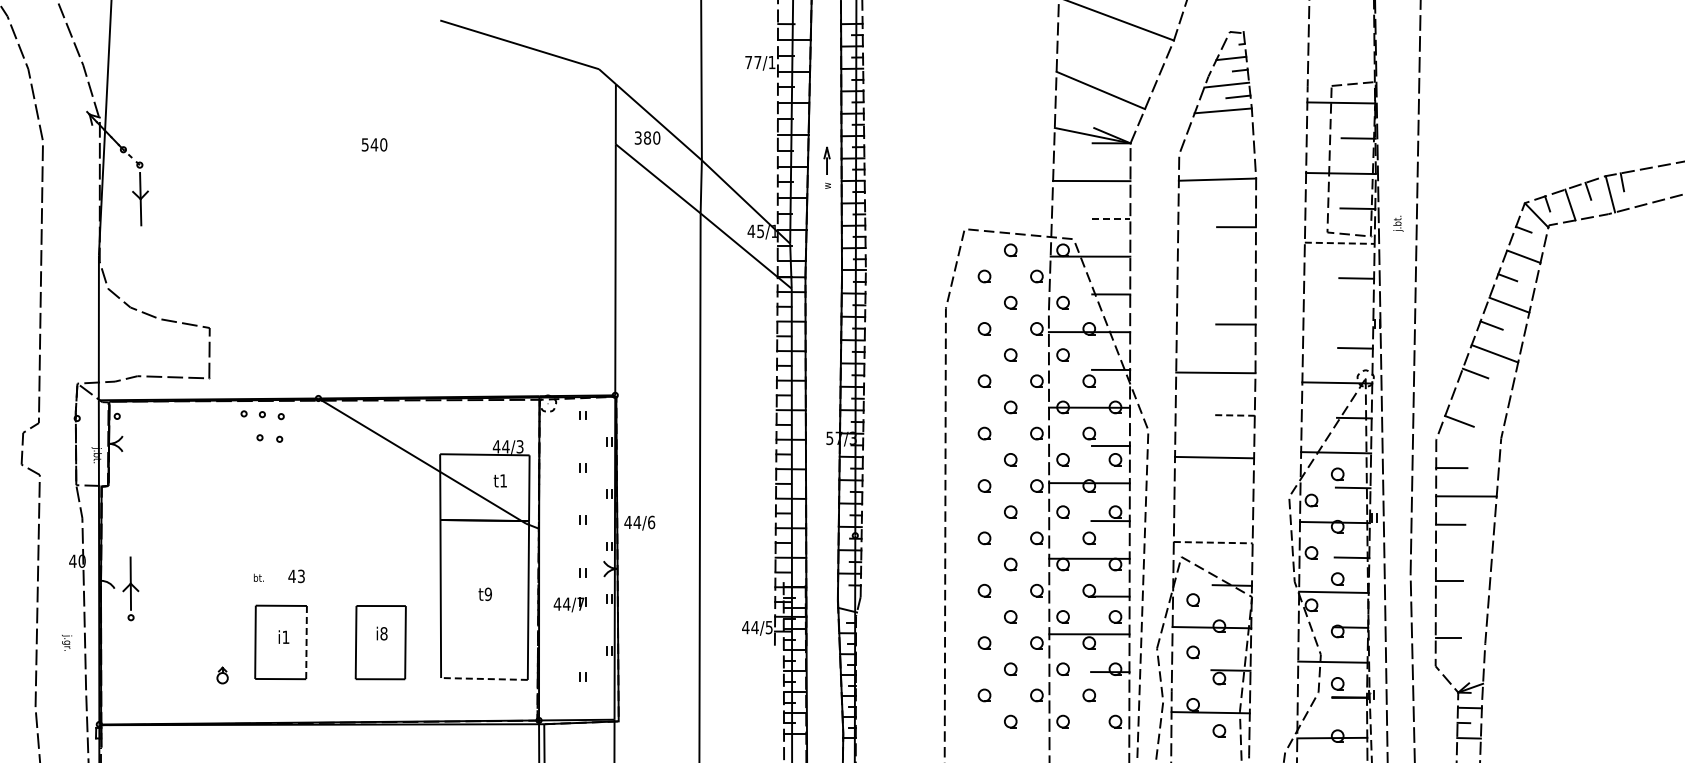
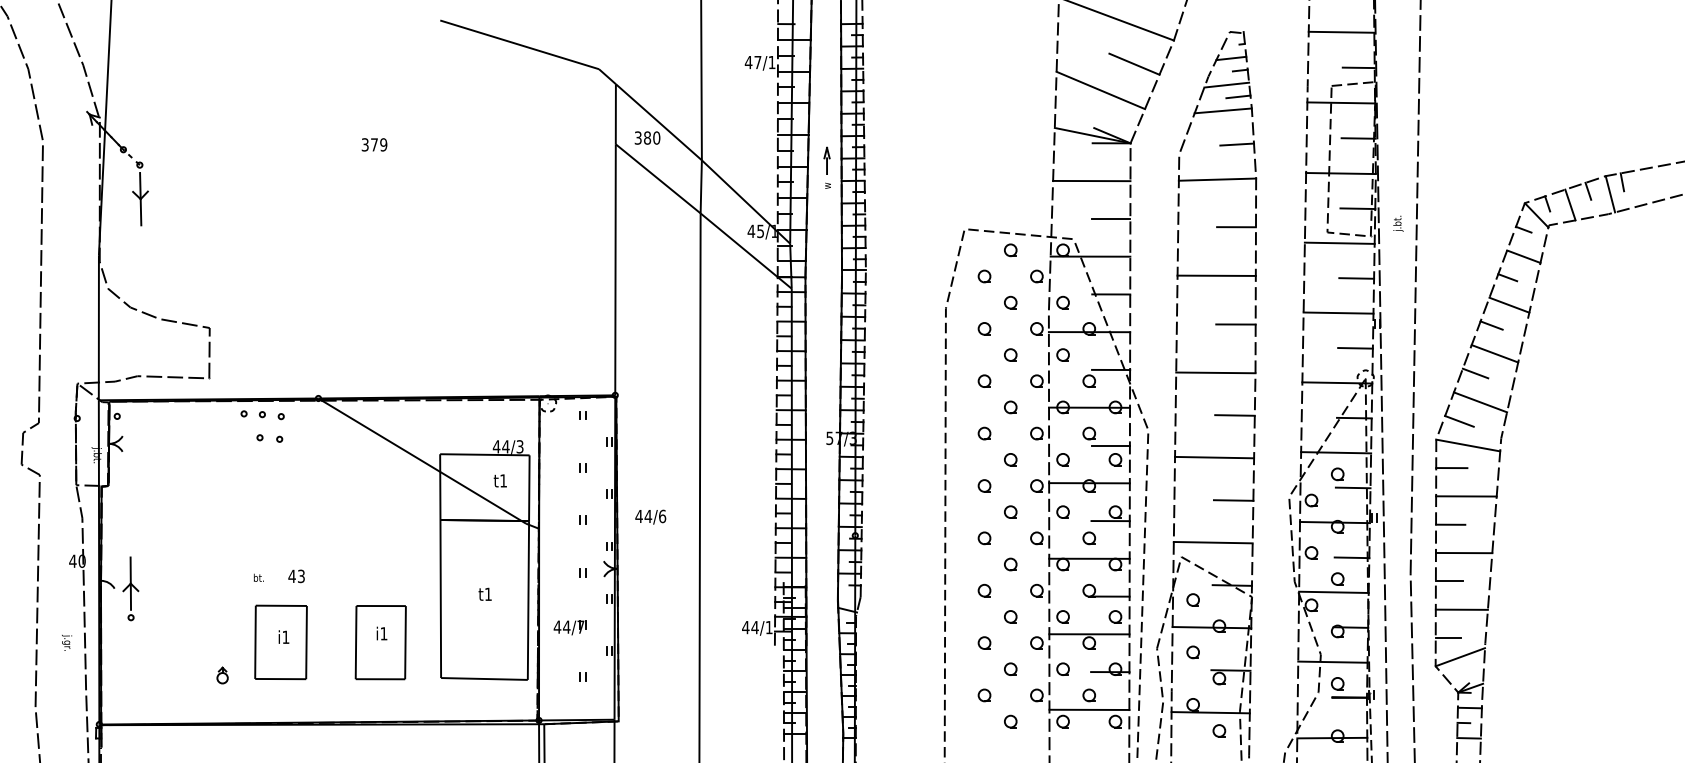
line at (1341, 31): none -> present
text at (748, 62): 77/1 -> 47/1
line at (1134, 63): none -> present
line at (1358, 67): none -> present
text at (374, 144): 540 -> 379
line at (1237, 144): none -> present
line at (1111, 218): dashed -> solid
line at (1339, 243): dashed -> solid
line at (1216, 275): none -> present
line at (1338, 312): none -> present
line at (1480, 402): none -> present
line at (1234, 415): dashed -> solid
line at (1468, 445): none -> present
line at (1233, 500): none -> present
text at (639, 522) position: (639, 522) -> (650, 516)
line at (1213, 542): dashed -> solid
line at (1463, 552): none -> present
text at (487, 594): t9 -> t1
part at (569, 604) position: (569, 604) -> (569, 627)
line at (1461, 609): none -> present
text at (768, 627): 44/5 -> 44/1
text at (383, 633): i8 -> i1
line at (306, 642): dashed -> solid
line at (1459, 657): none -> present
line at (483, 678): dashed -> solid
line at (1089, 709): none -> present
